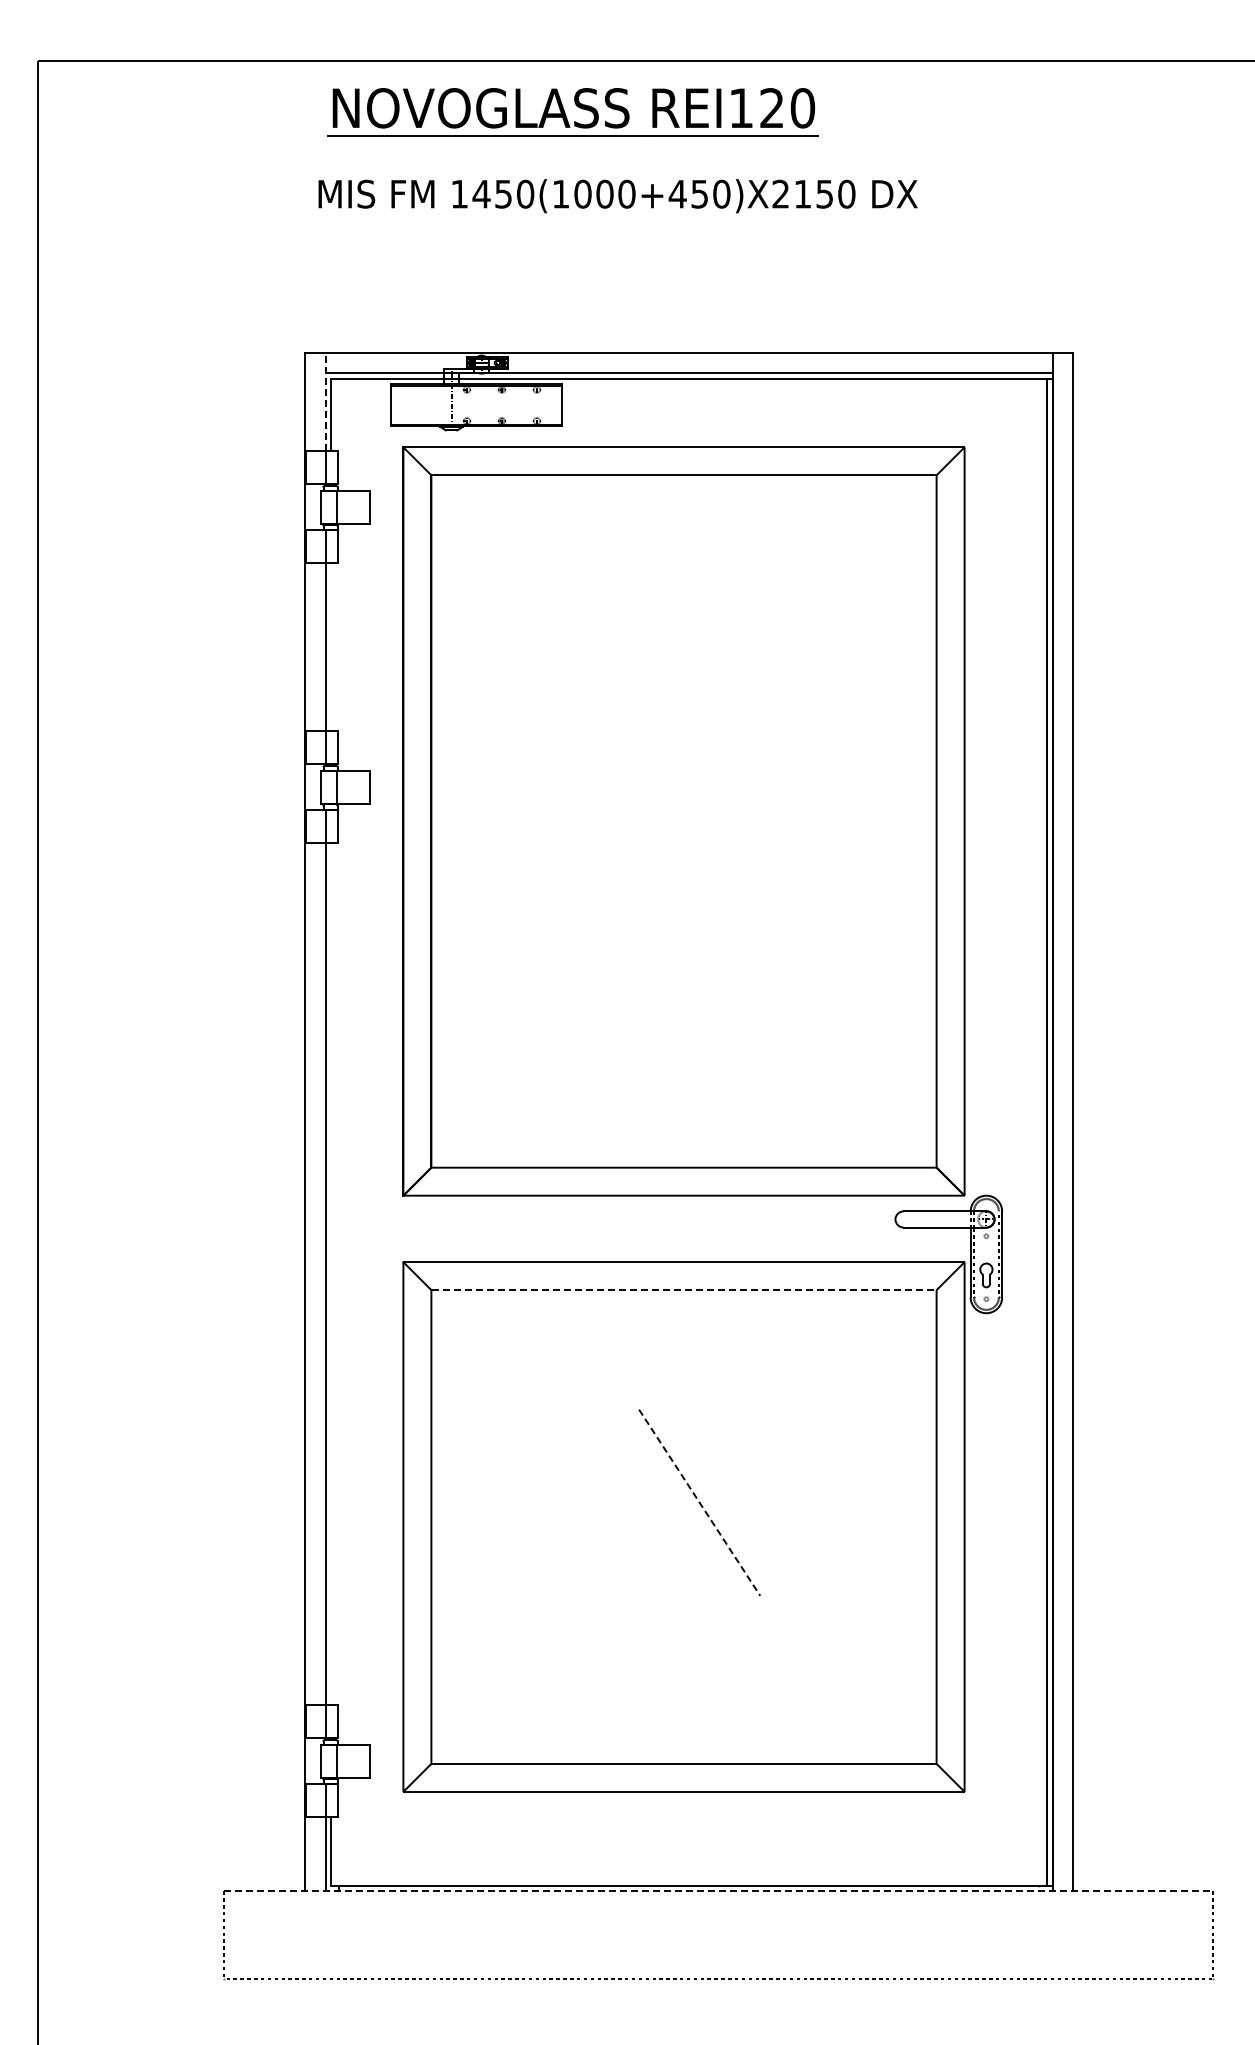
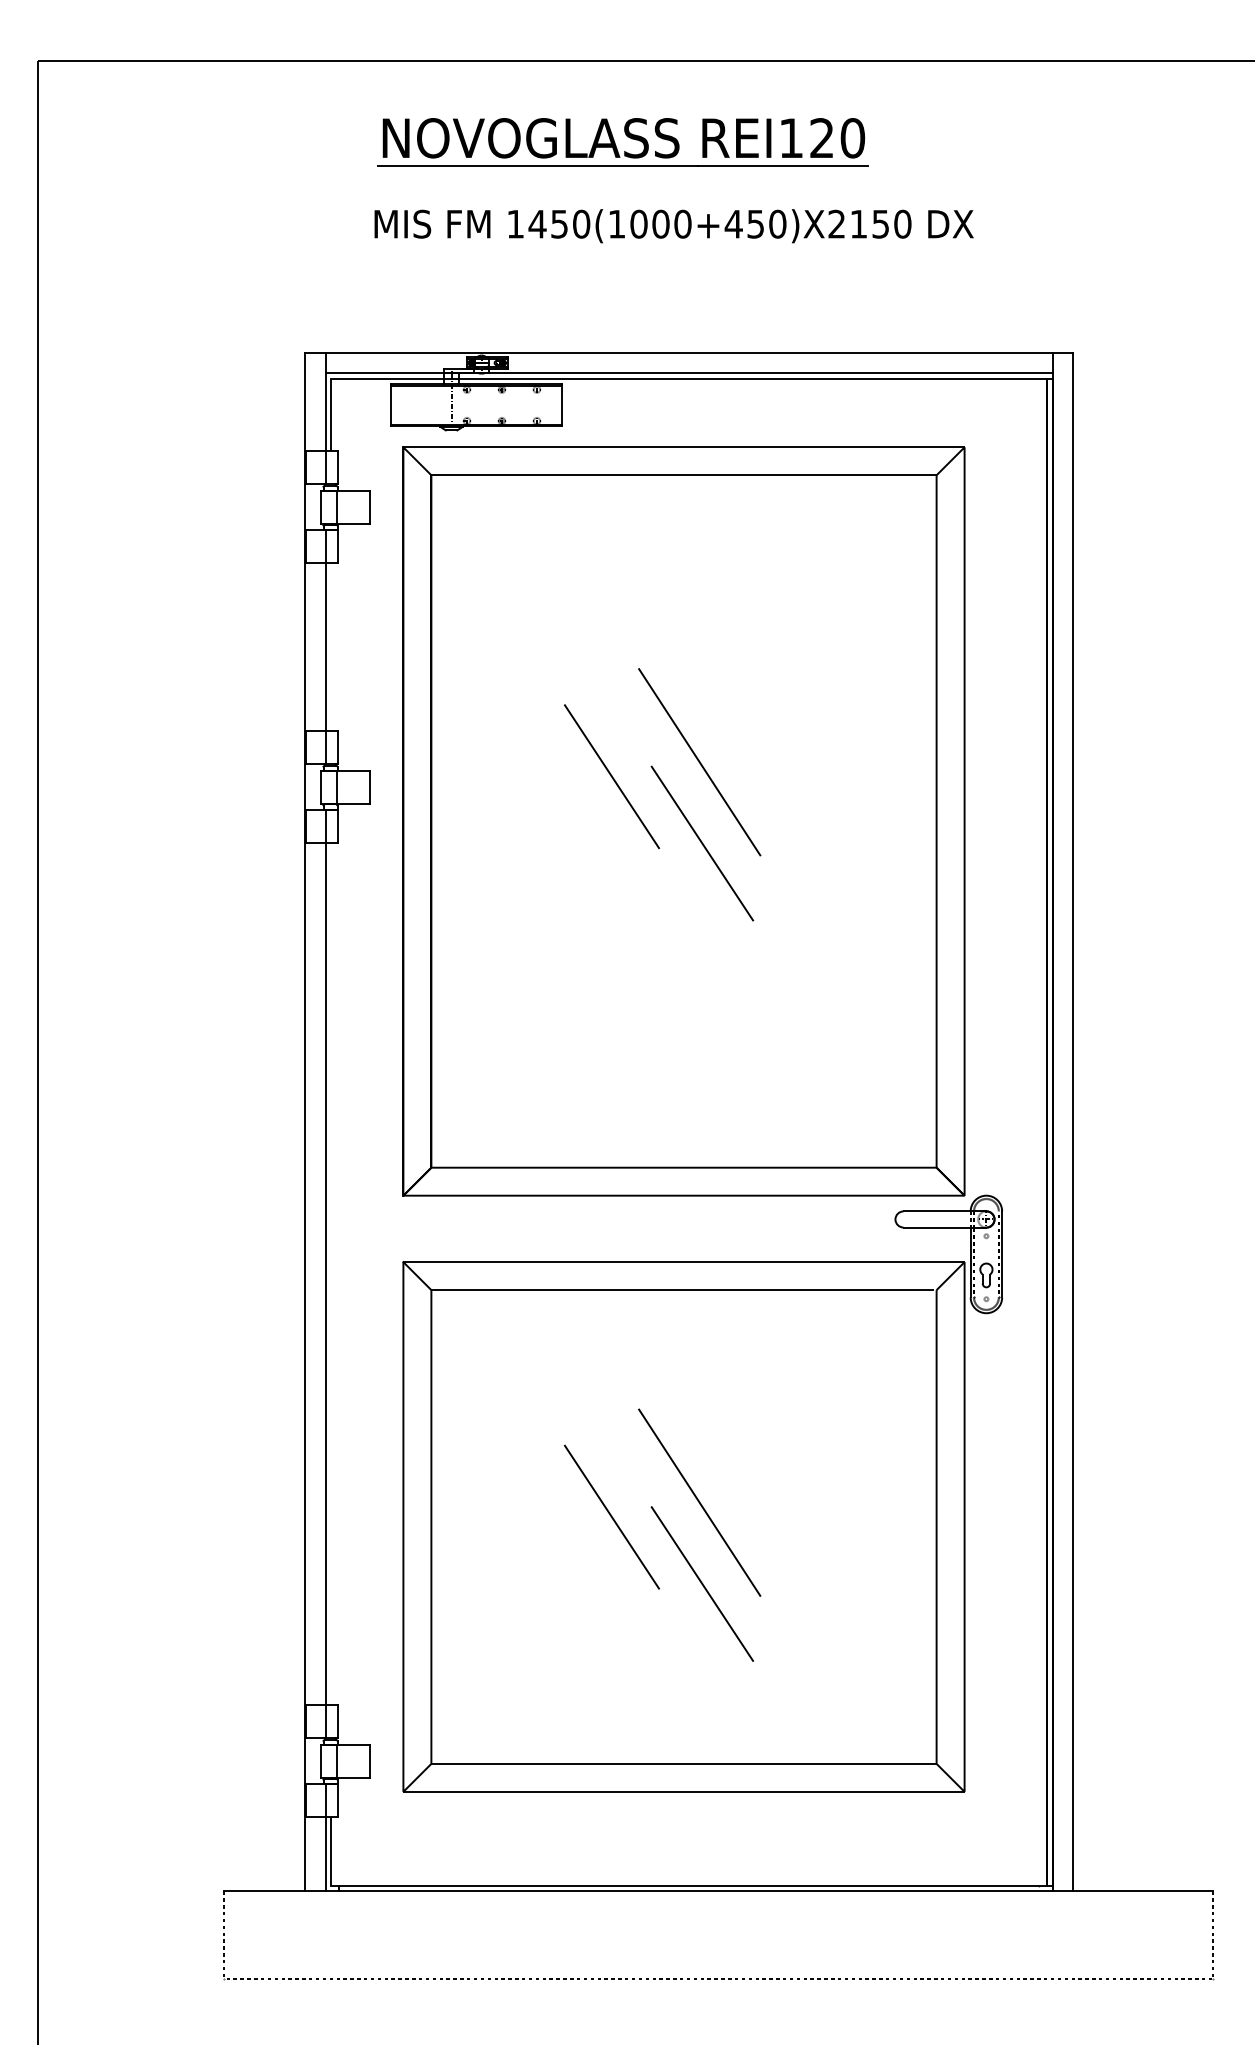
part at (566, 115) position: (566, 115) -> (616, 145)
text at (617, 196) position: (617, 196) -> (673, 226)
line at (325, 401): dashed -> solid
line at (699, 762): none -> present
line at (611, 776): none -> present
line at (702, 843): none -> present
line at (682, 1290): dashed -> solid
line at (699, 1503): dashed -> solid
line at (611, 1516): none -> present
line at (702, 1583): none -> present
line at (718, 1891): dashed -> solid
